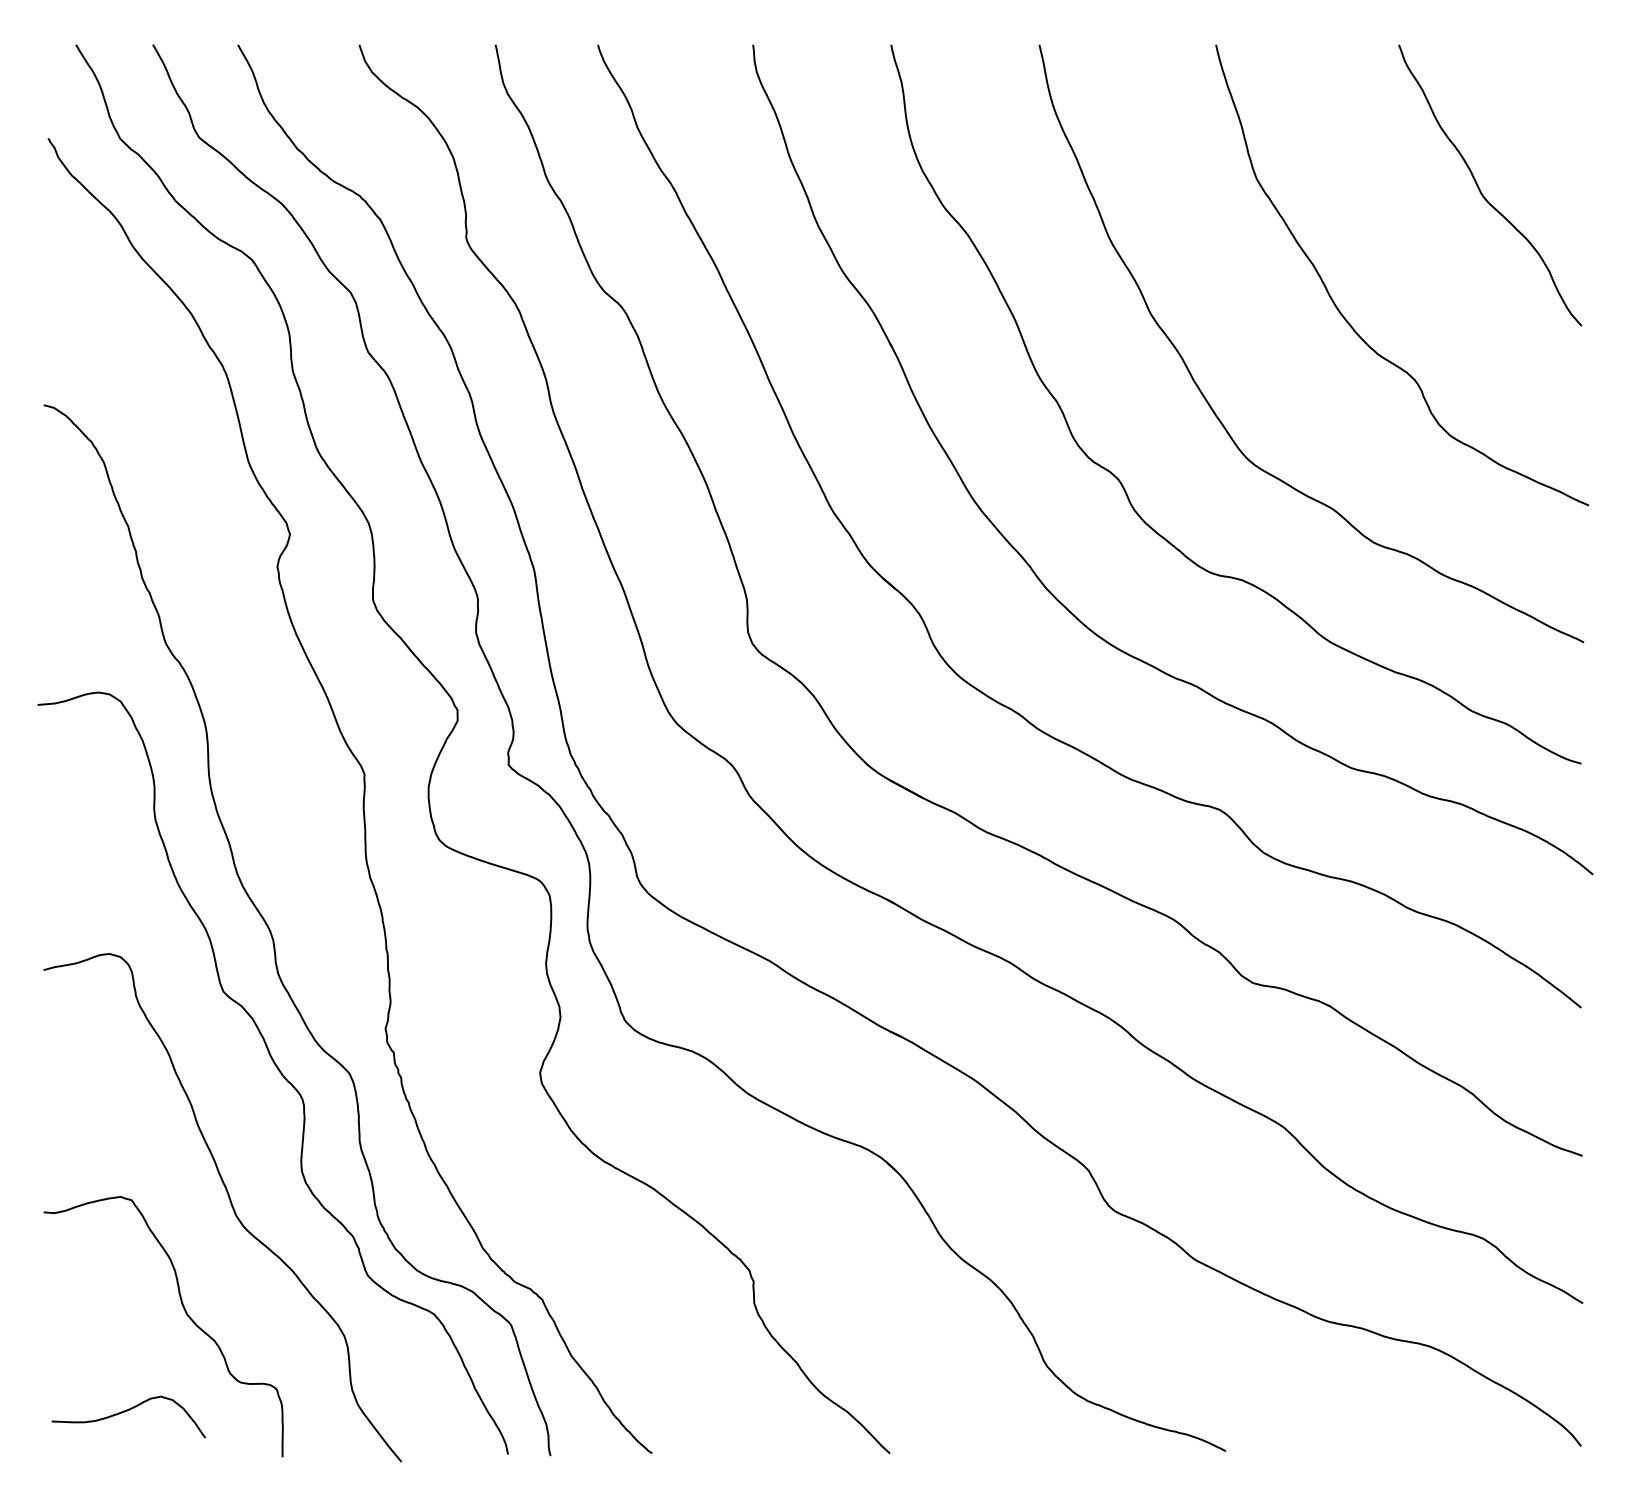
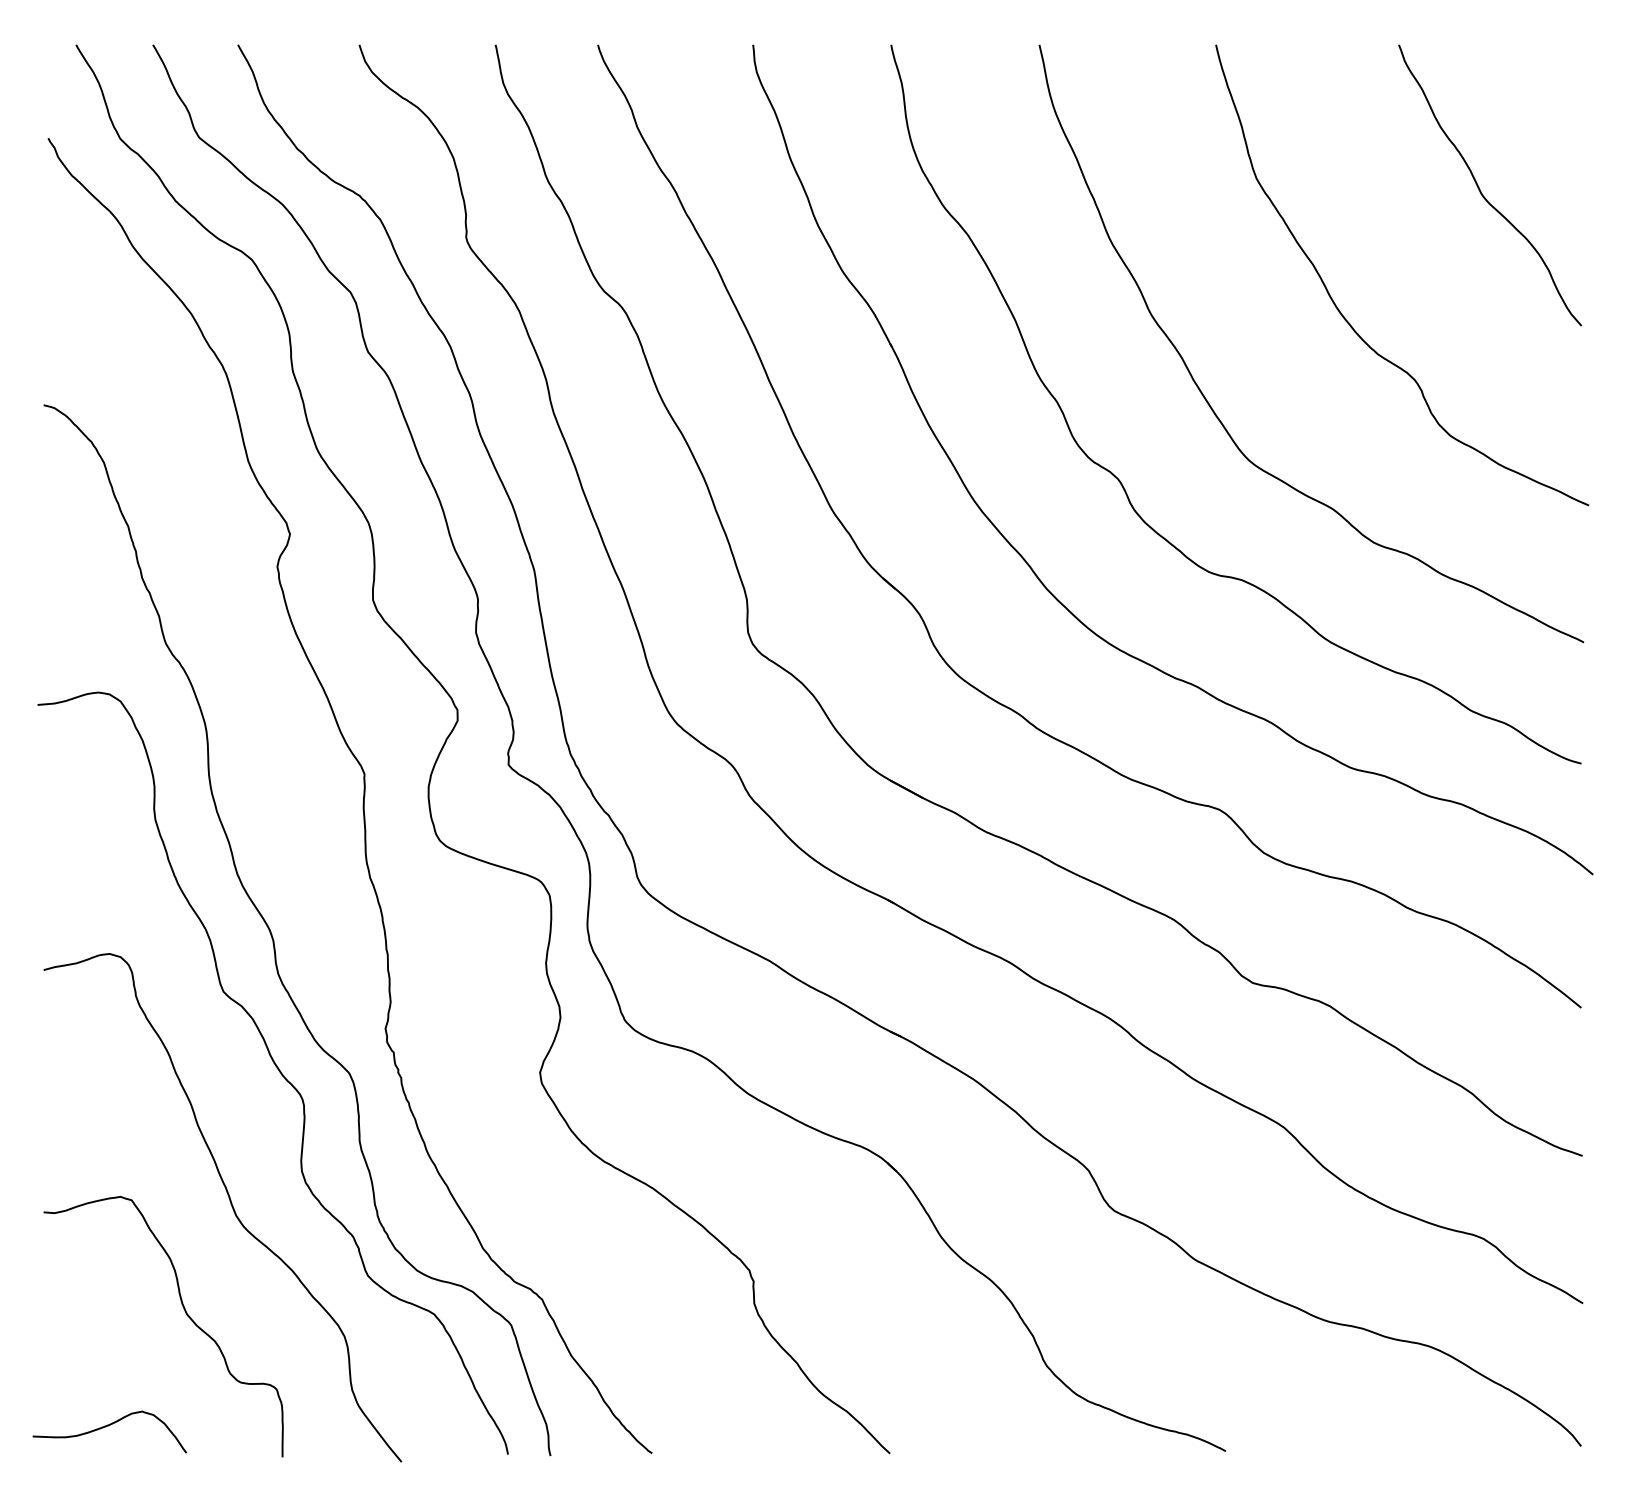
curve at (127, 1411) position: (127, 1411) -> (108, 1426)
